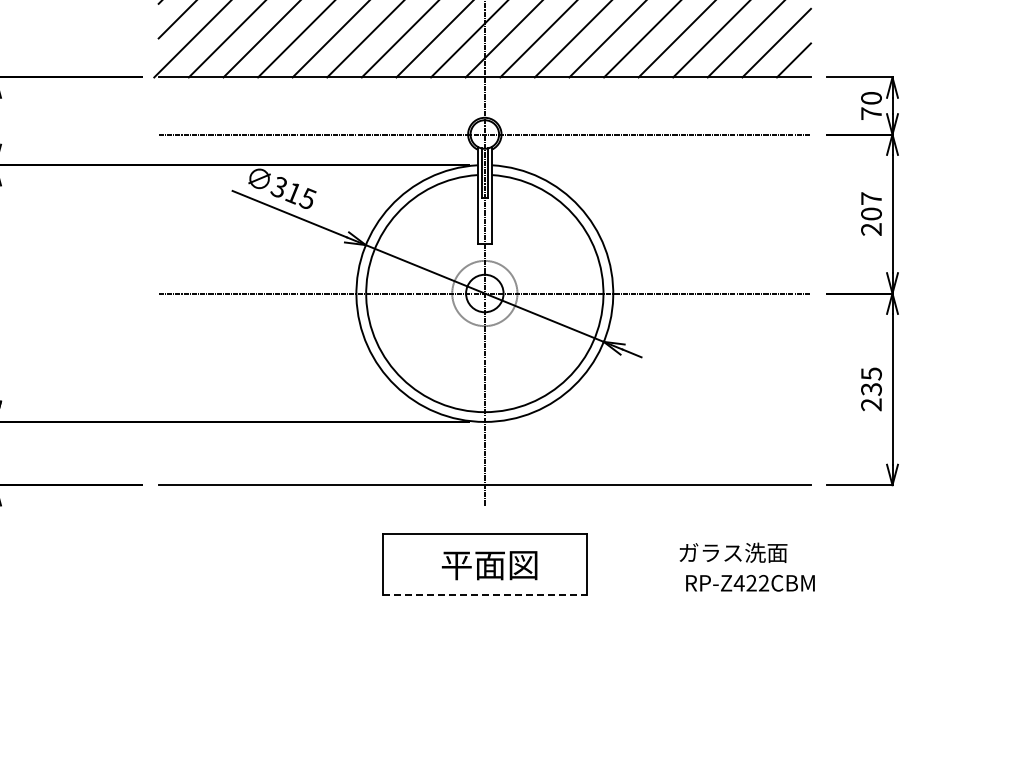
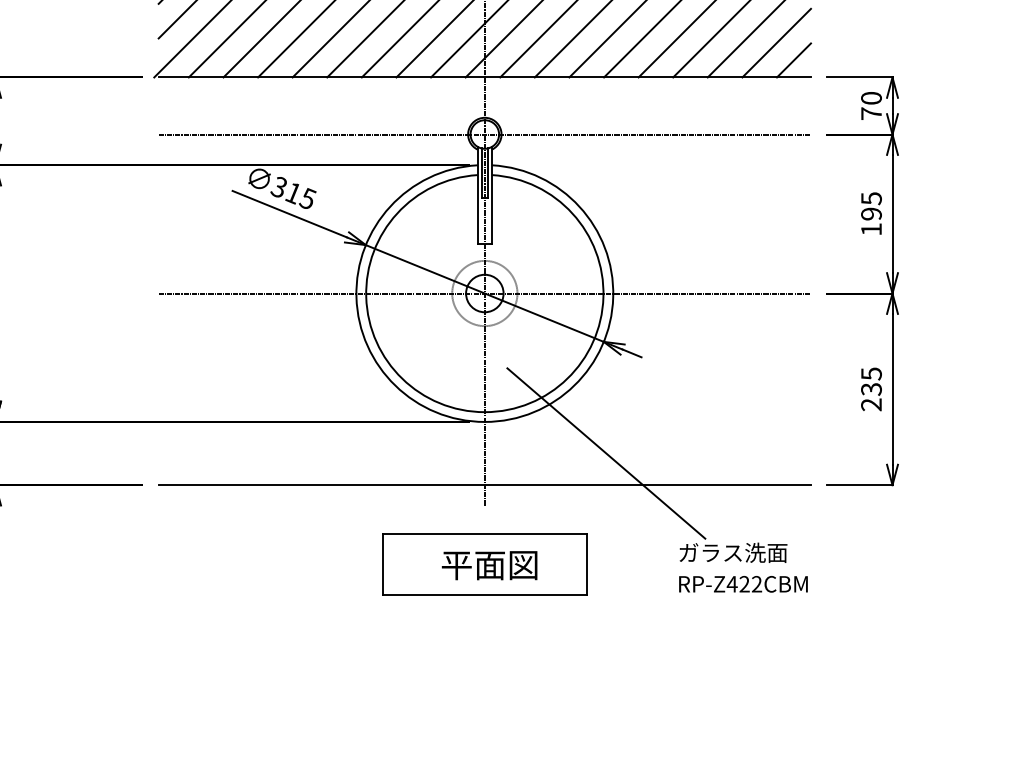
text at (871, 213): 207 -> 195
line at (606, 453): none -> present
text at (750, 583) position: (750, 583) -> (743, 584)
line at (484, 595): dashed -> solid
